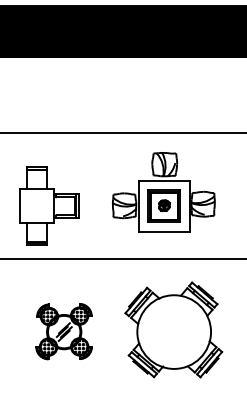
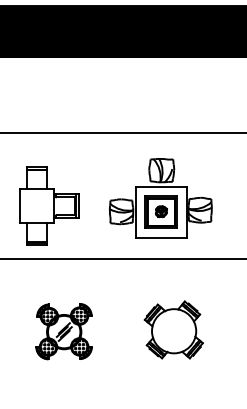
part at (163, 192) position: (163, 192) -> (160, 198)
part at (173, 329) size: 100x98 px -> 61x60 px
